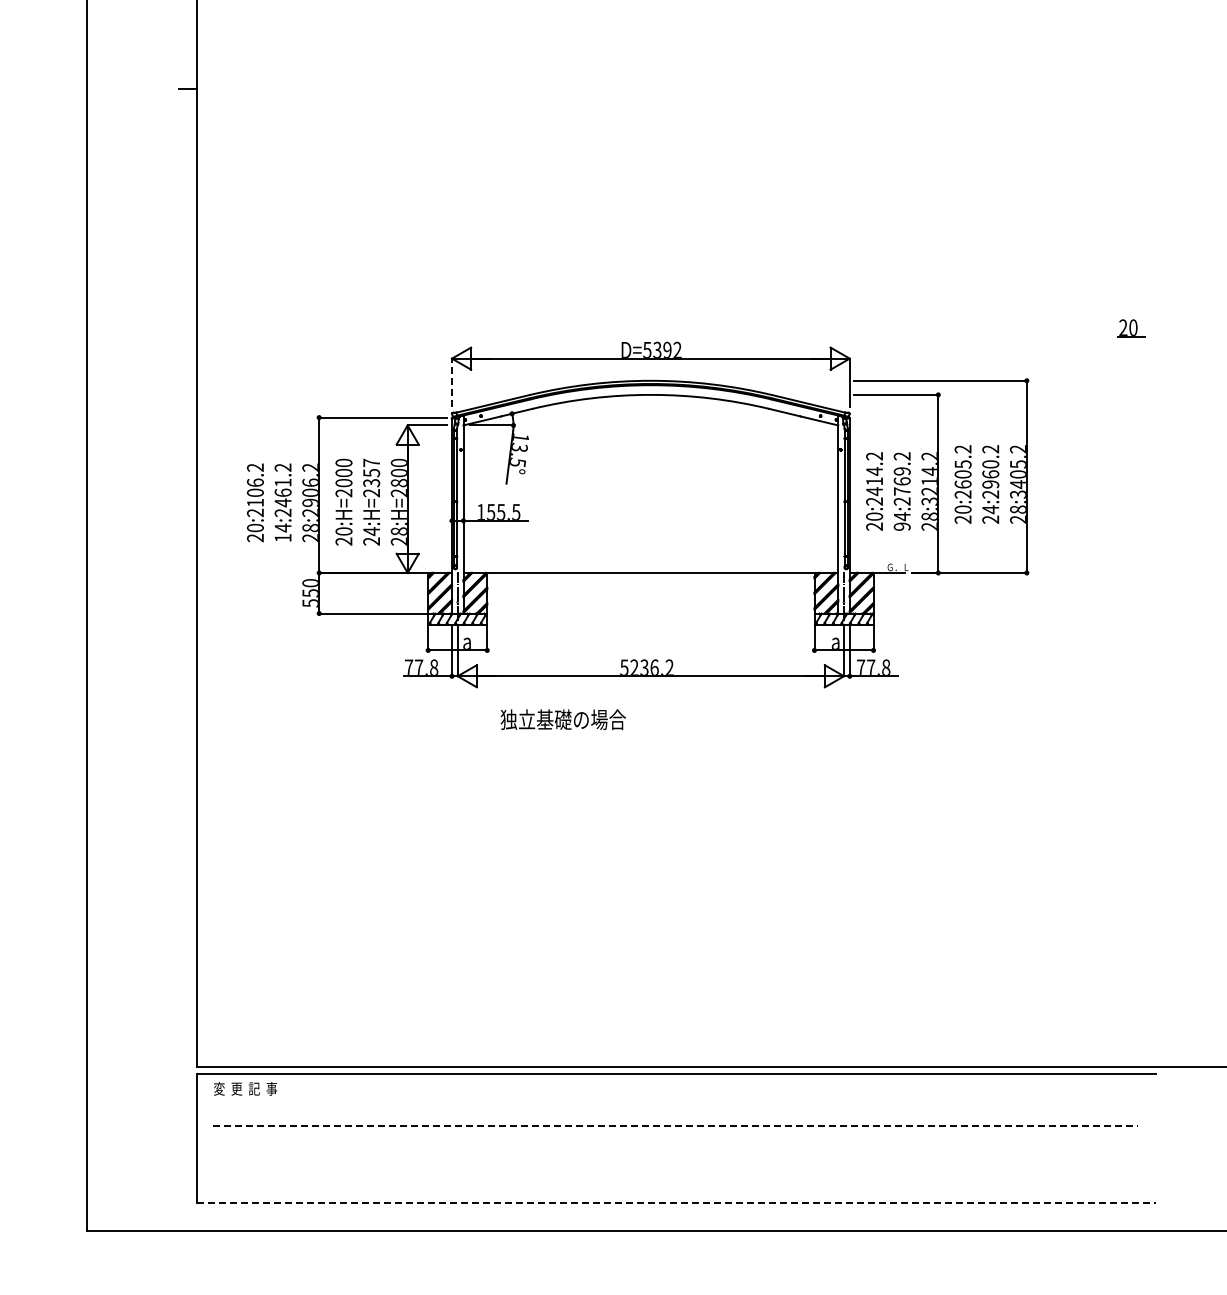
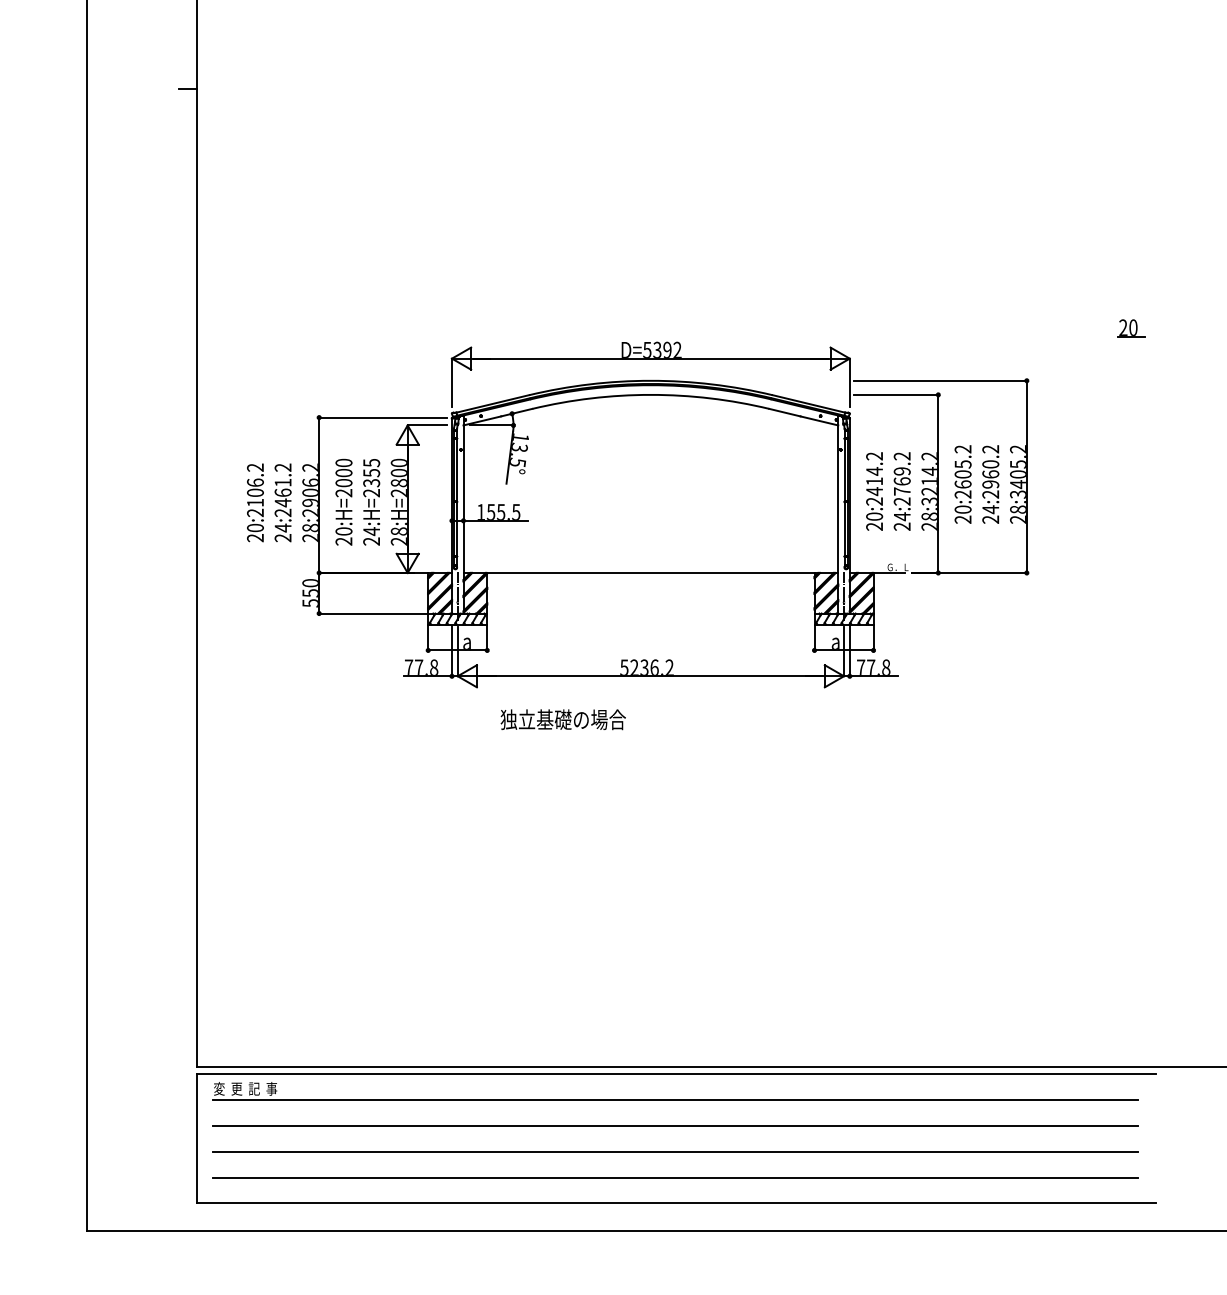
line at (451, 382): dashed -> solid
text at (371, 462): 24:H=2357 -> 24:H=2355
text at (902, 526): 94:2769.2 -> 24:2769.2
text at (282, 538): 14:2461.2 -> 24:2461.2
line at (674, 1100): none -> present
line at (675, 1125): dashed -> solid
line at (674, 1151): none -> present
line at (674, 1177): none -> present
line at (676, 1203): dashed -> solid
